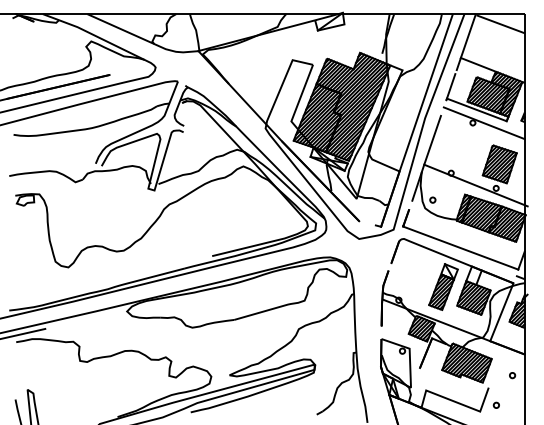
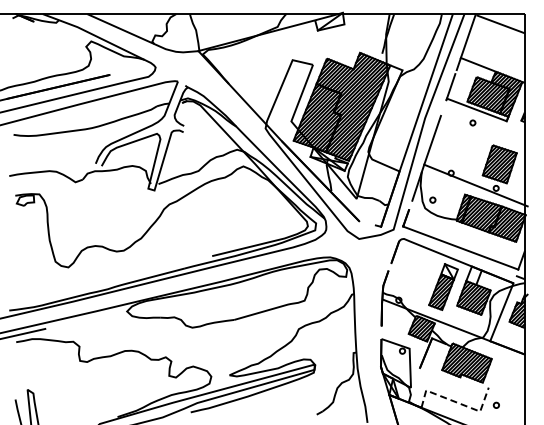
line at (483, 123): present -> none
part at (512, 375): present -> none
line at (456, 402): solid -> dashed
